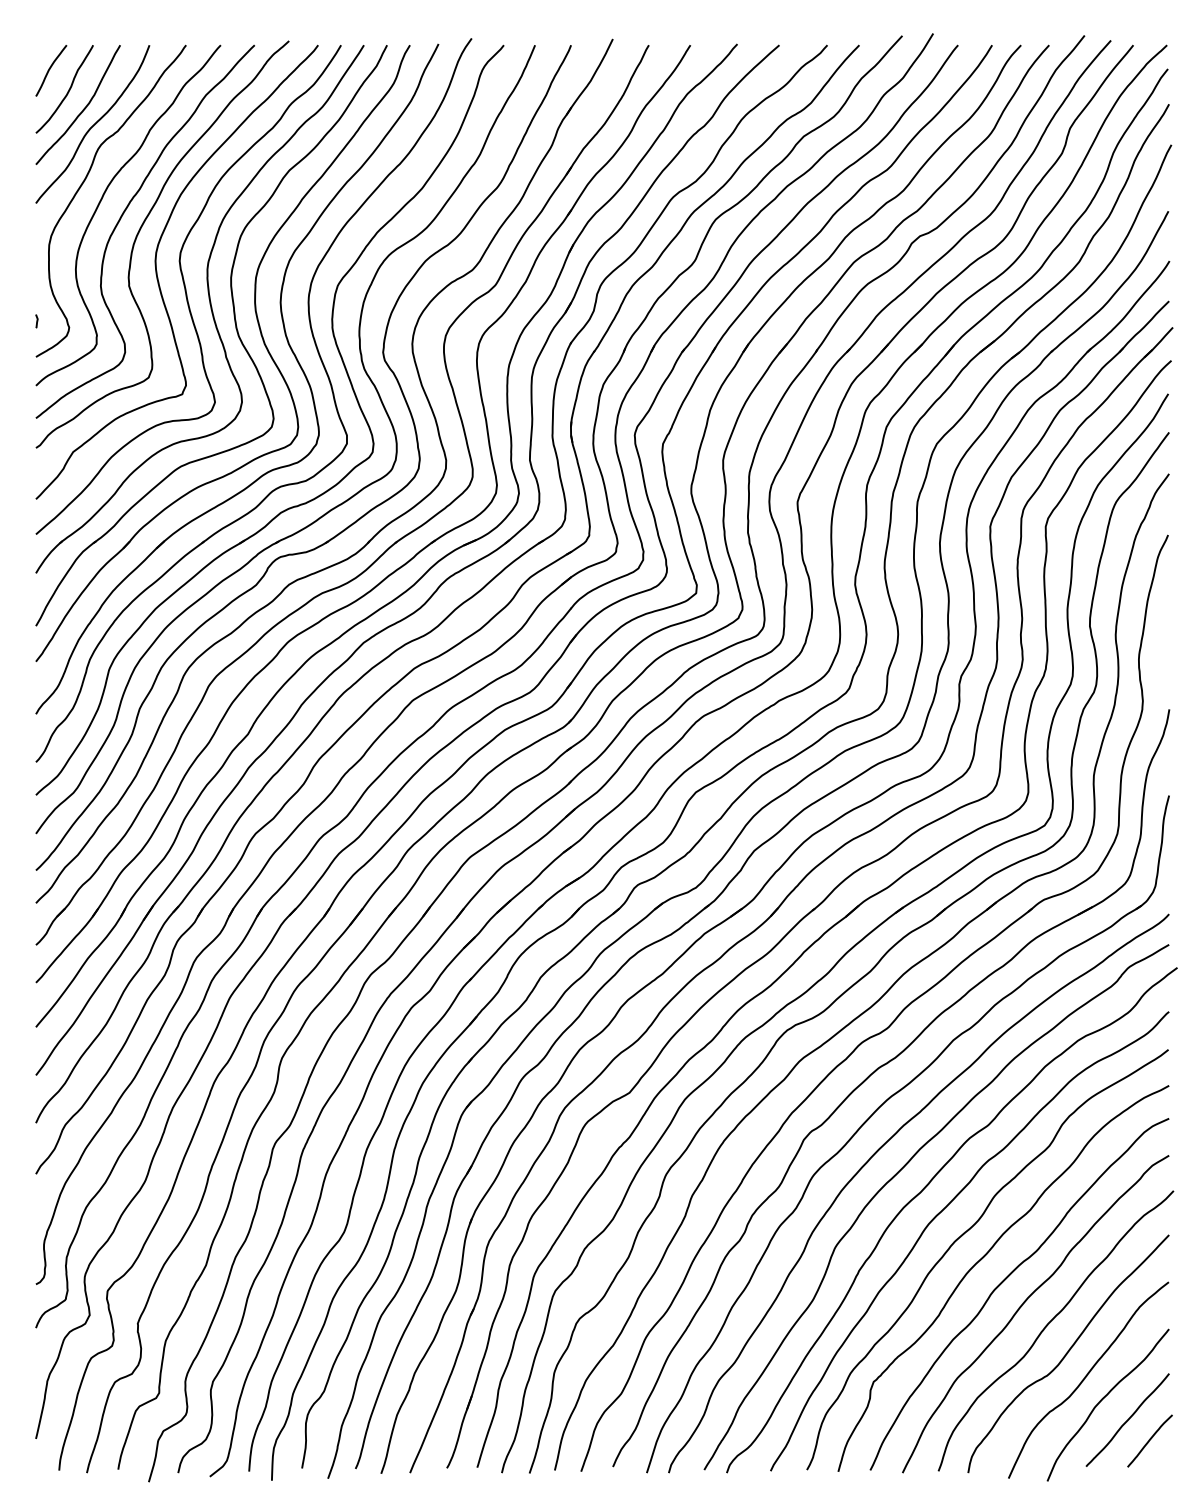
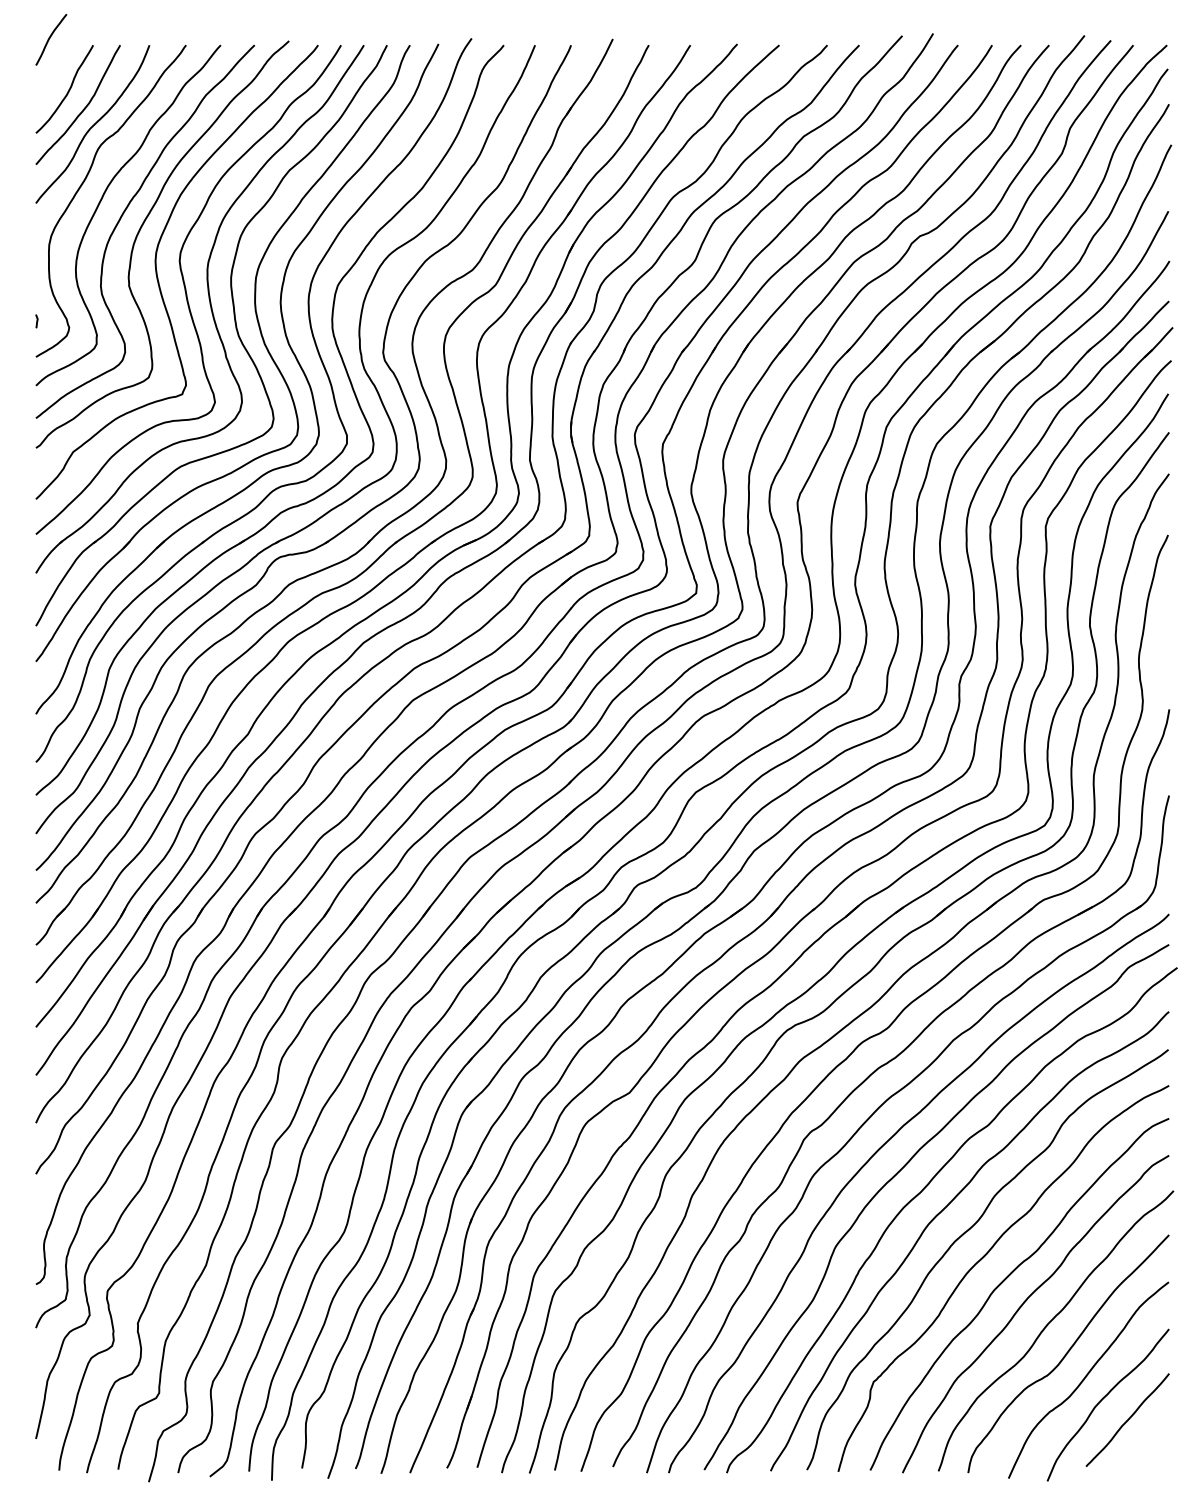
curve at (50, 69) position: (50, 69) -> (50, 38)
curve at (1149, 1440): present -> none
